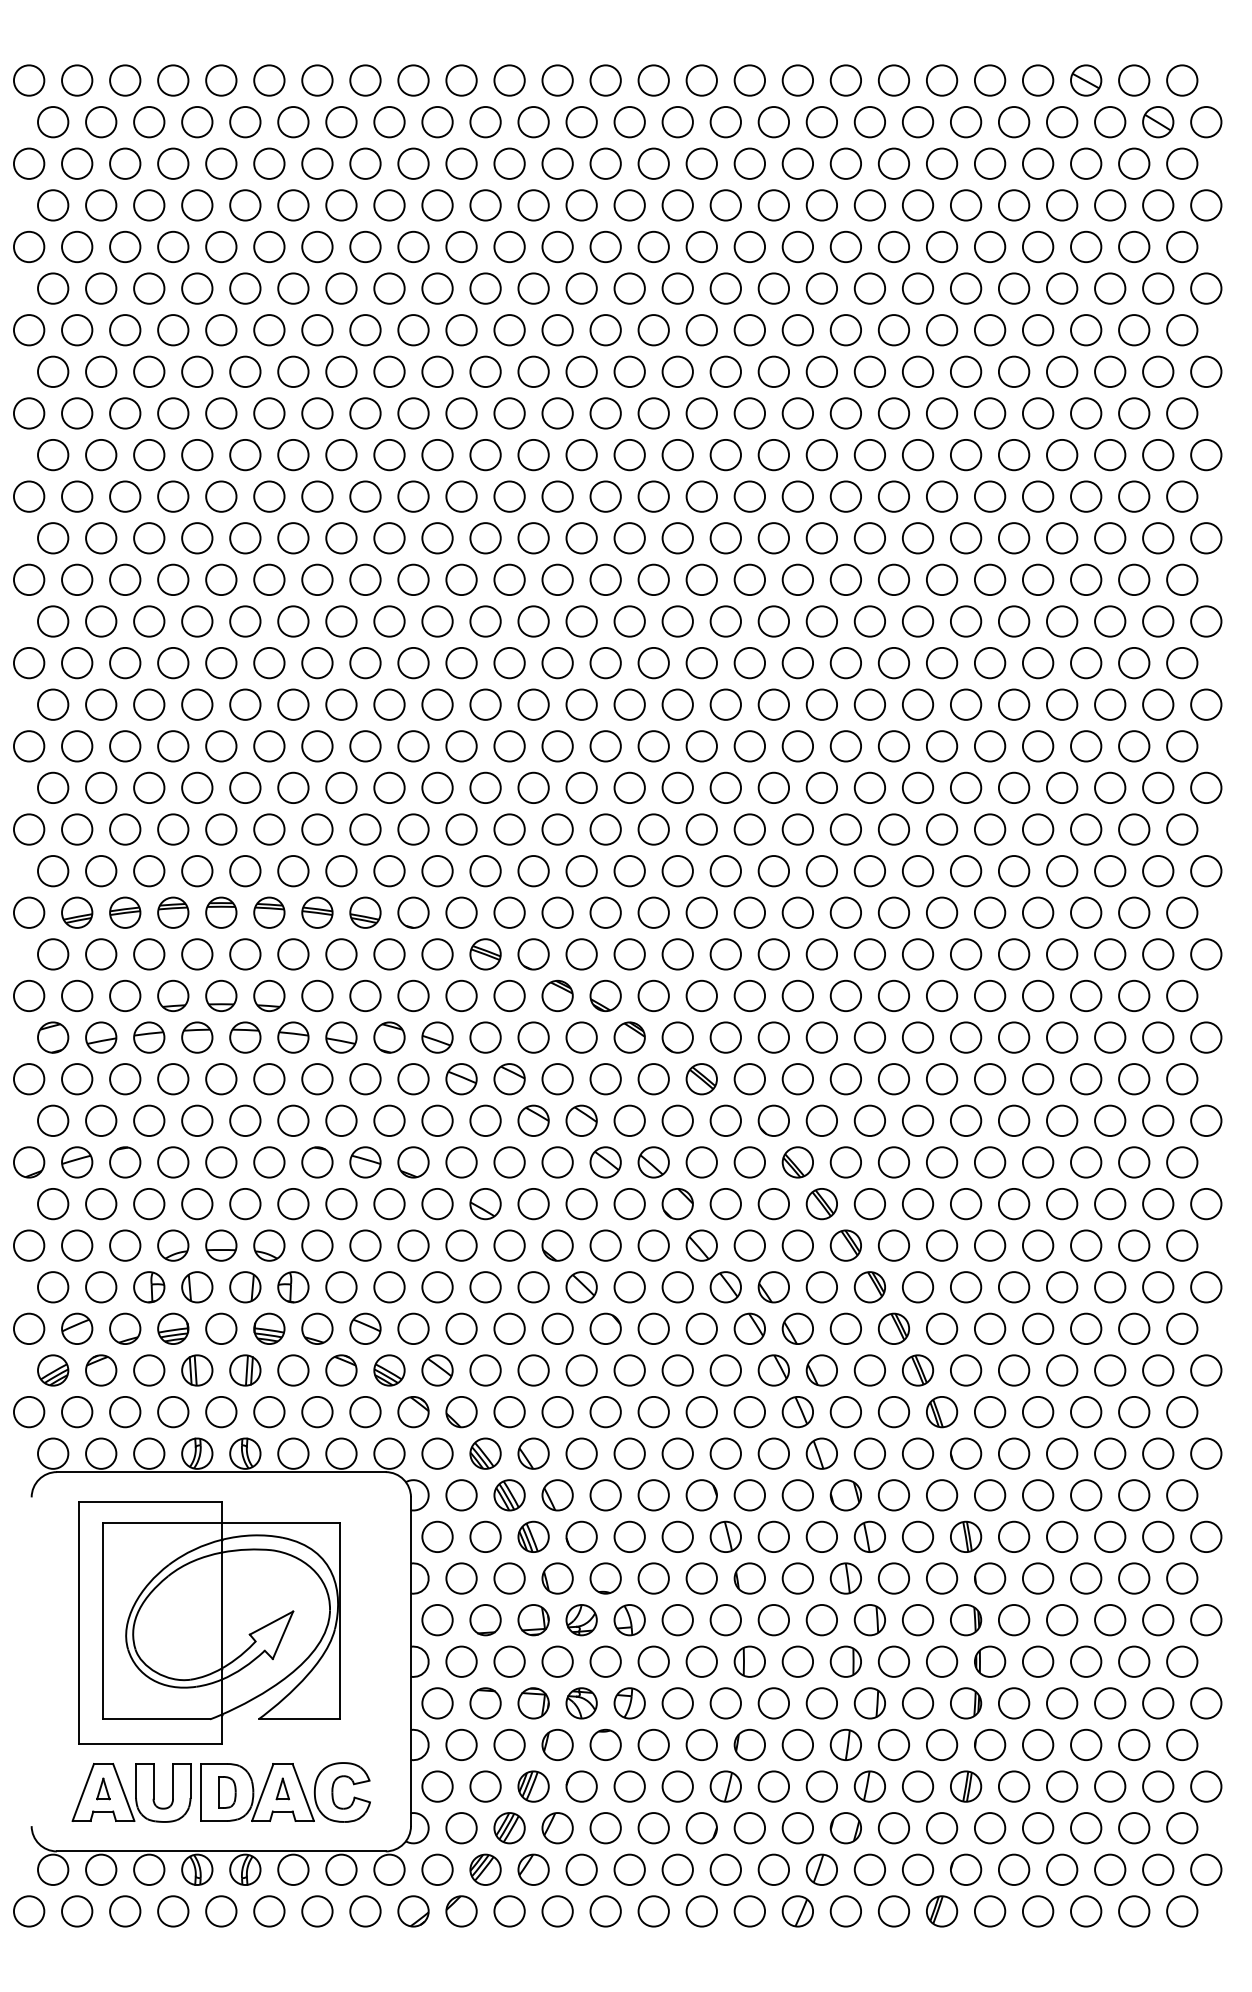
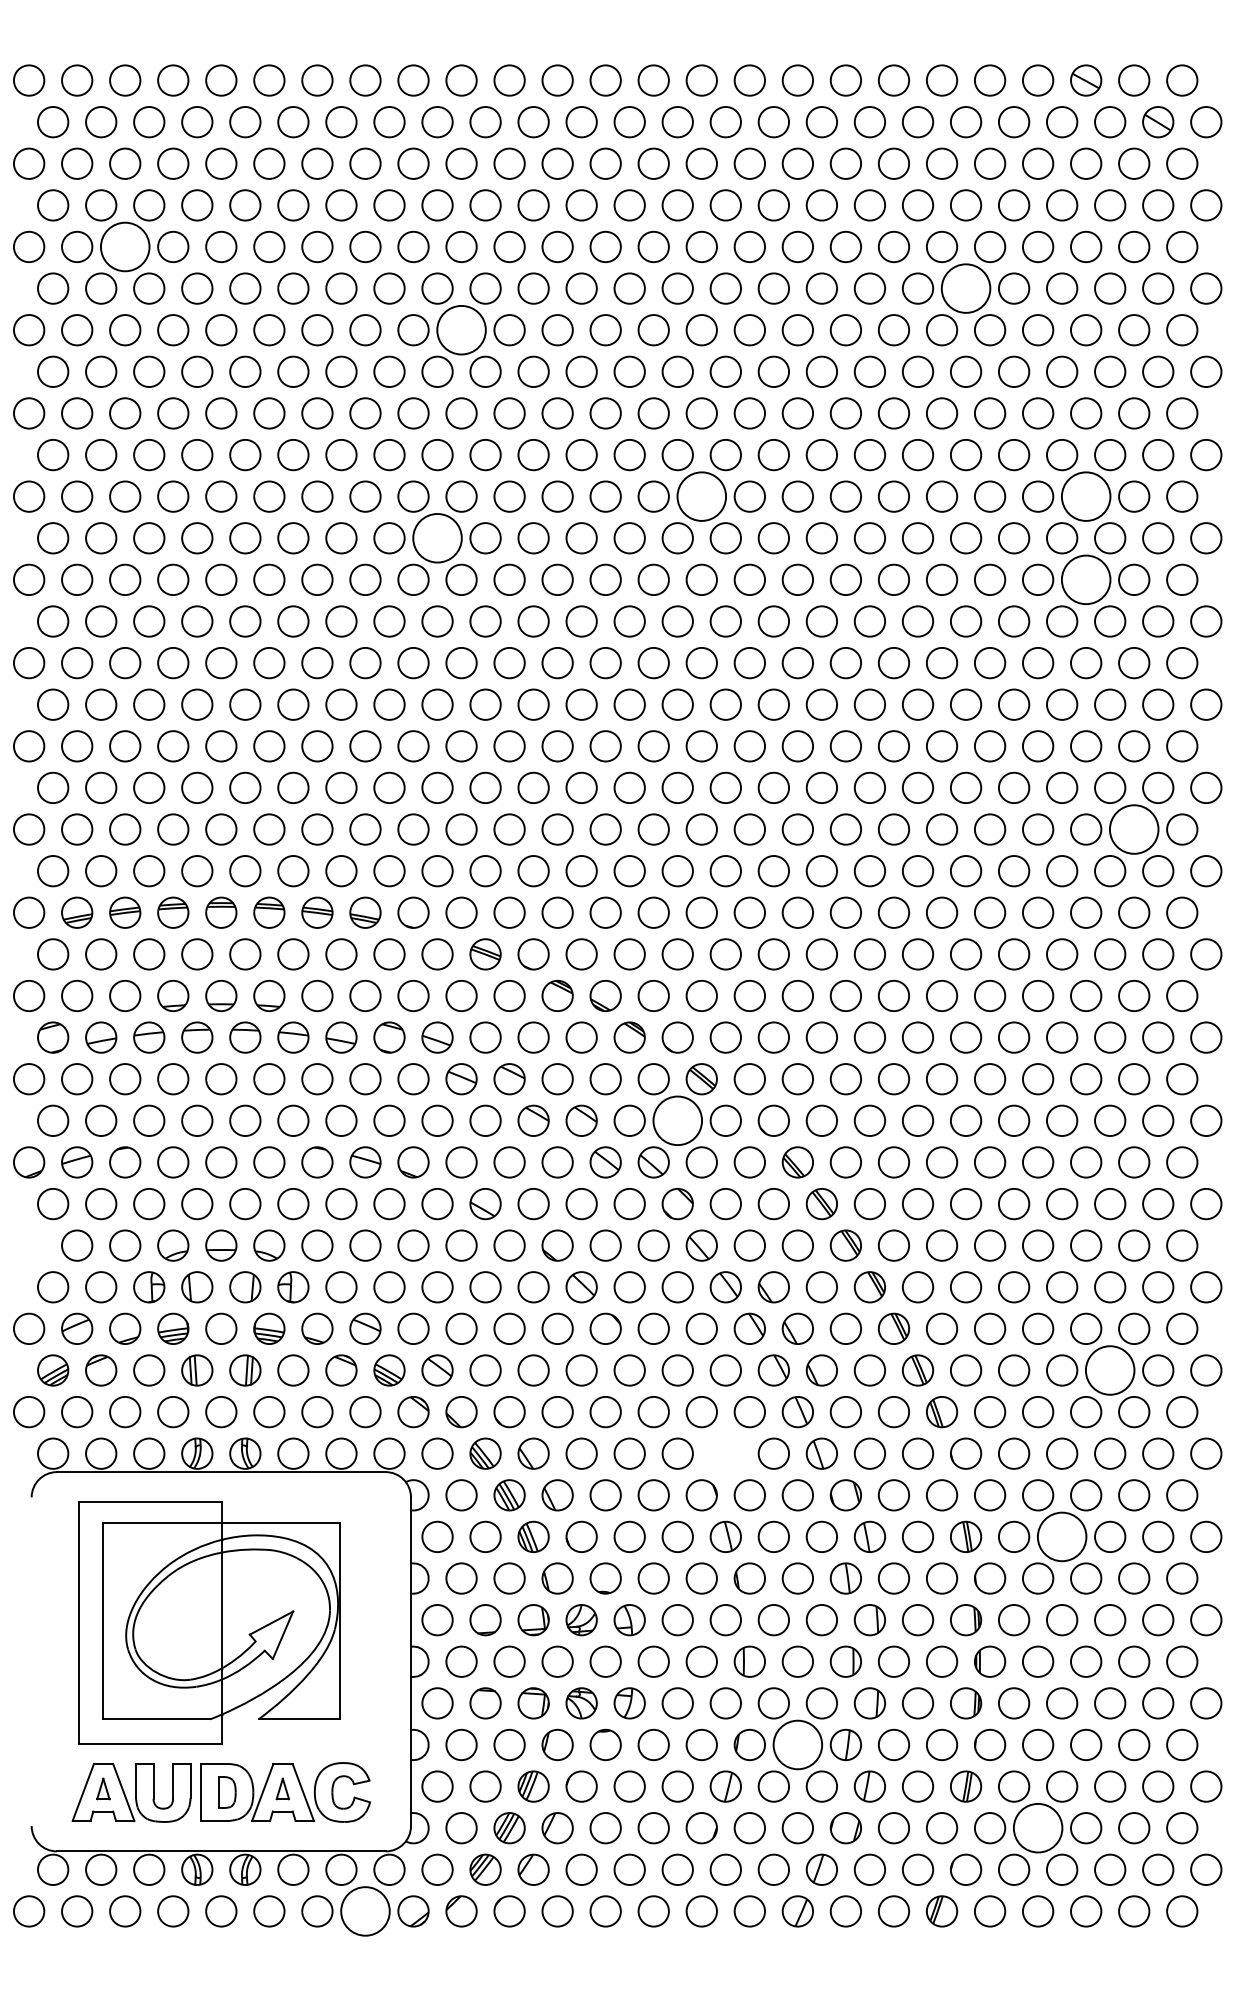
circle at (125, 246) diameter: 30 px -> 49 px
circle at (965, 288) diameter: 30 px -> 49 px
circle at (461, 330) diameter: 30 px -> 49 px
circle at (701, 496) diameter: 30 px -> 49 px
circle at (1086, 496) diameter: 30 px -> 49 px
circle at (437, 538) diameter: 30 px -> 49 px
circle at (1086, 579) diameter: 30 px -> 49 px
circle at (1134, 829) diameter: 30 px -> 49 px
circle at (677, 1120) diameter: 30 px -> 49 px
circle at (29, 1245): present -> none
circle at (1110, 1370) diameter: 30 px -> 49 px
circle at (725, 1453): present -> none
circle at (1061, 1536) diameter: 30 px -> 49 px
circle at (797, 1744) diameter: 30 px -> 49 px
circle at (1037, 1828) diameter: 30 px -> 49 px
circle at (365, 1911) diameter: 30 px -> 49 px
